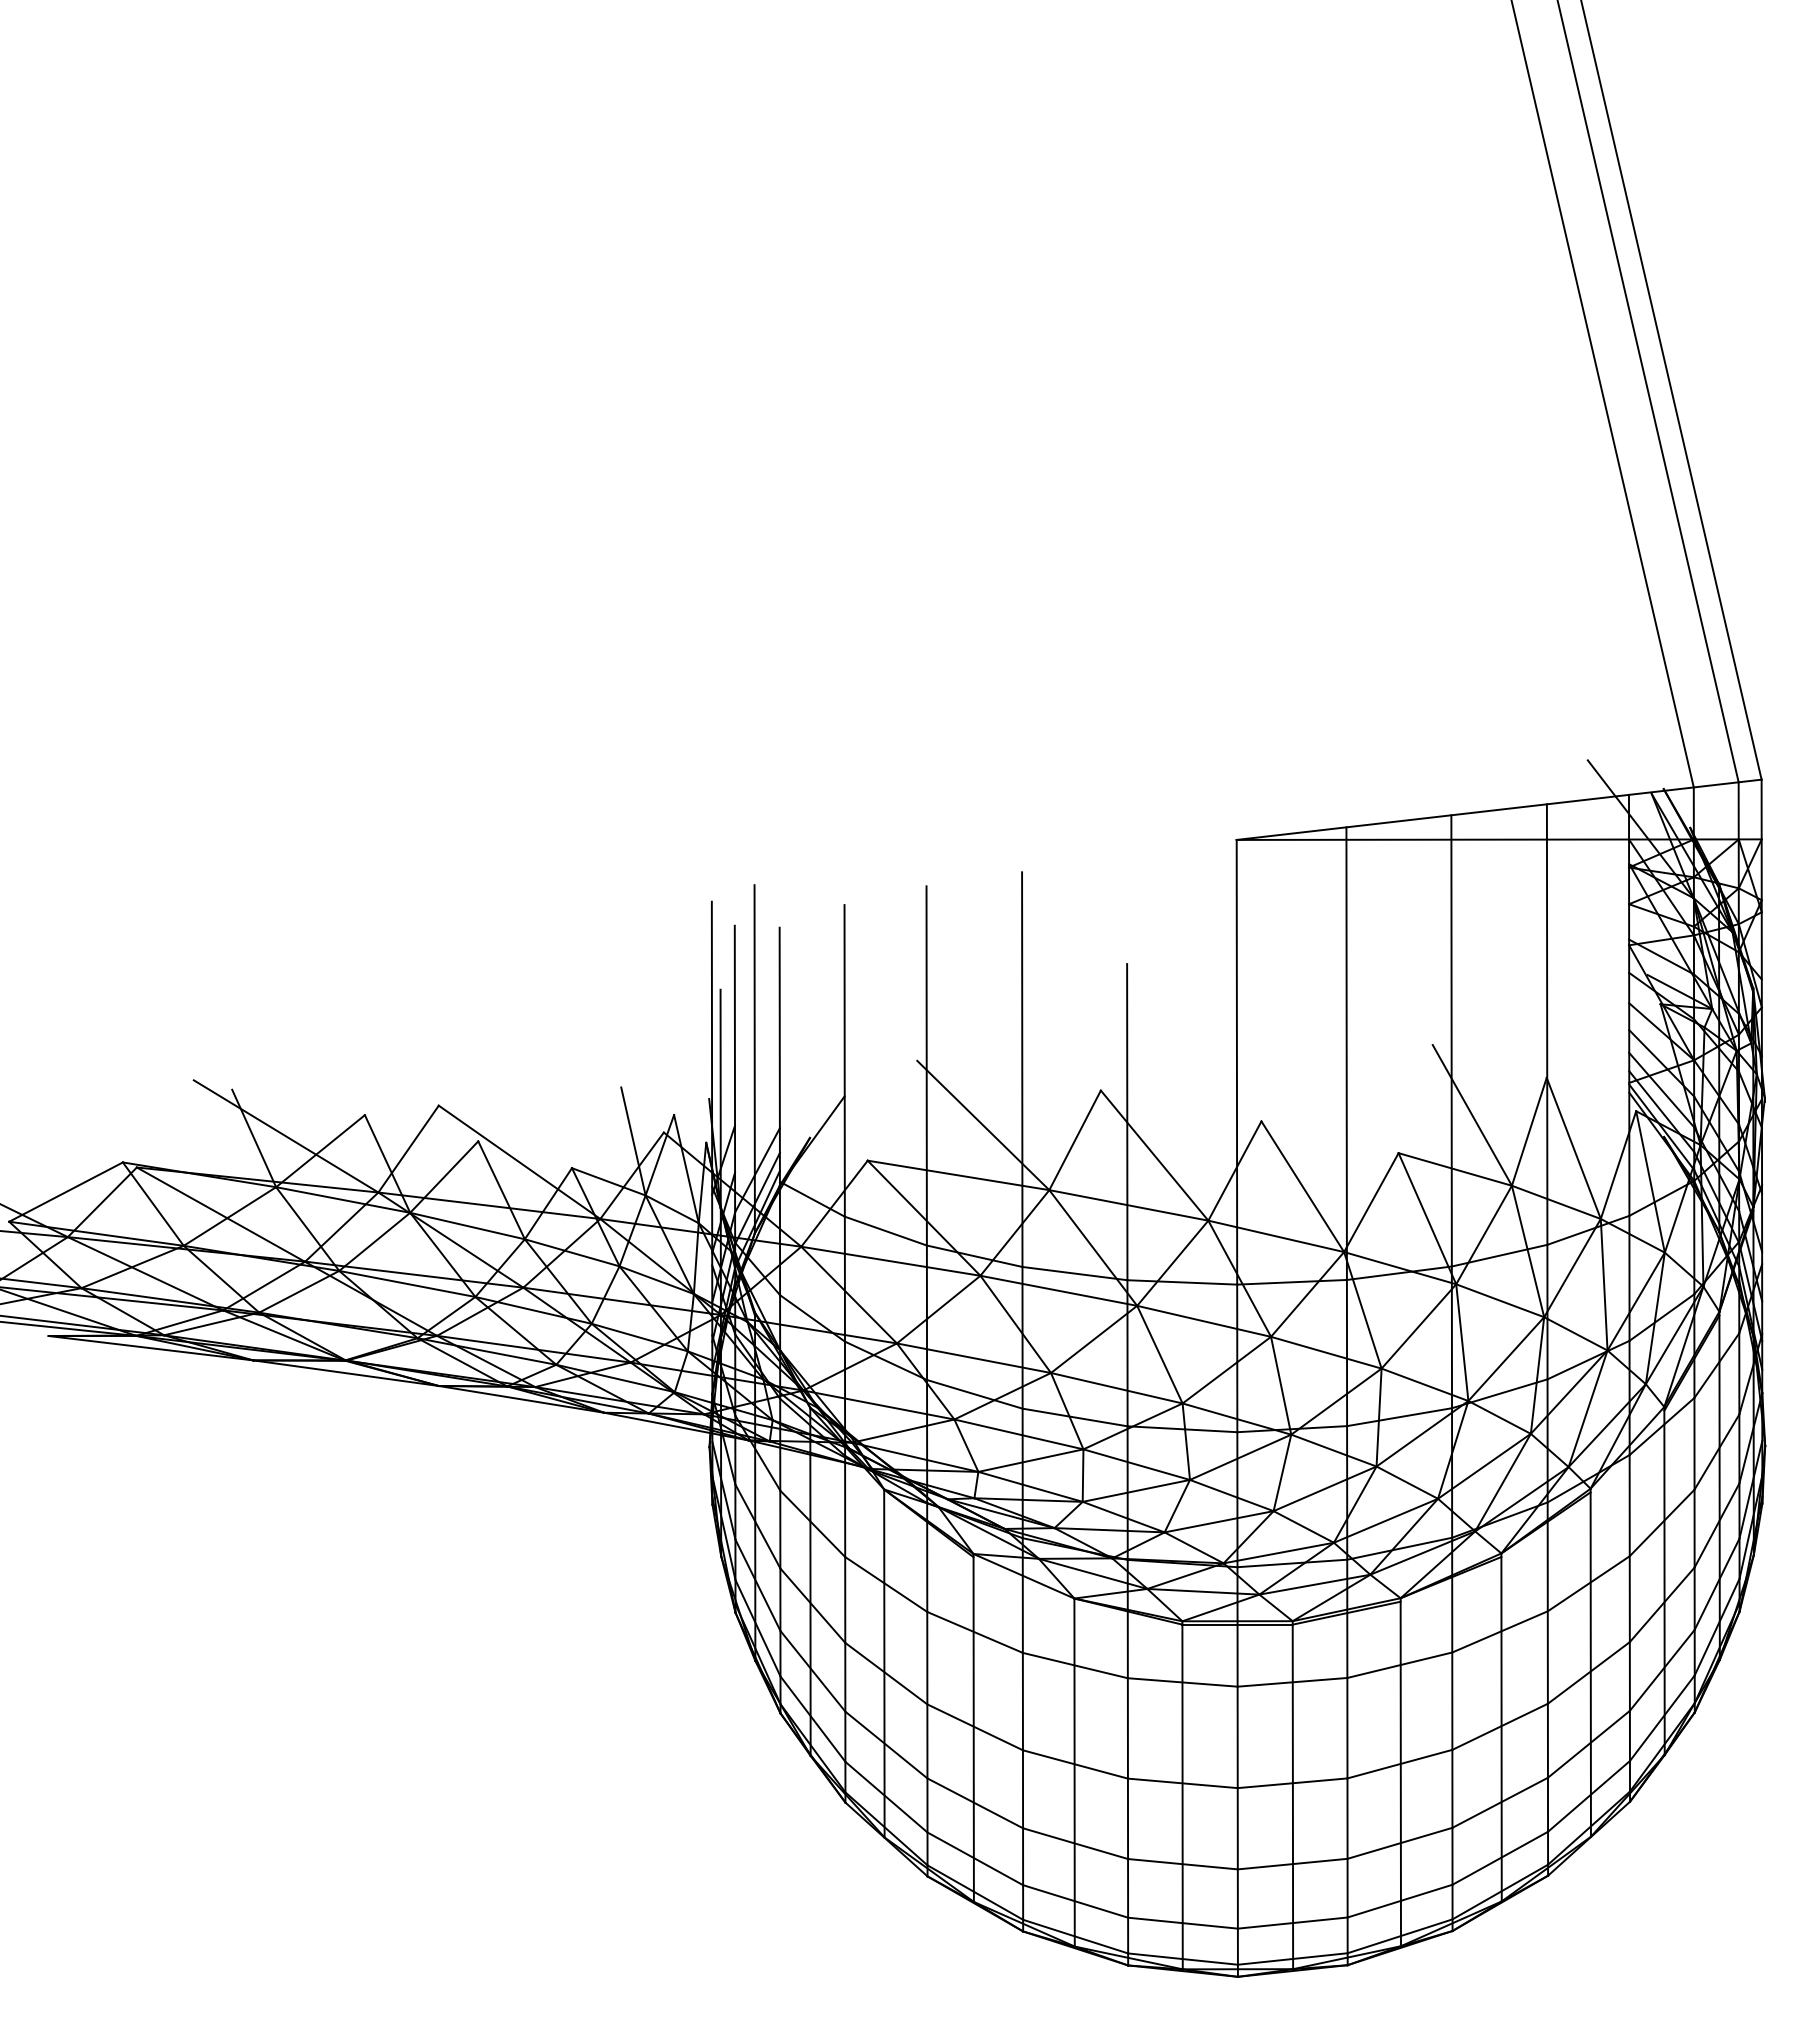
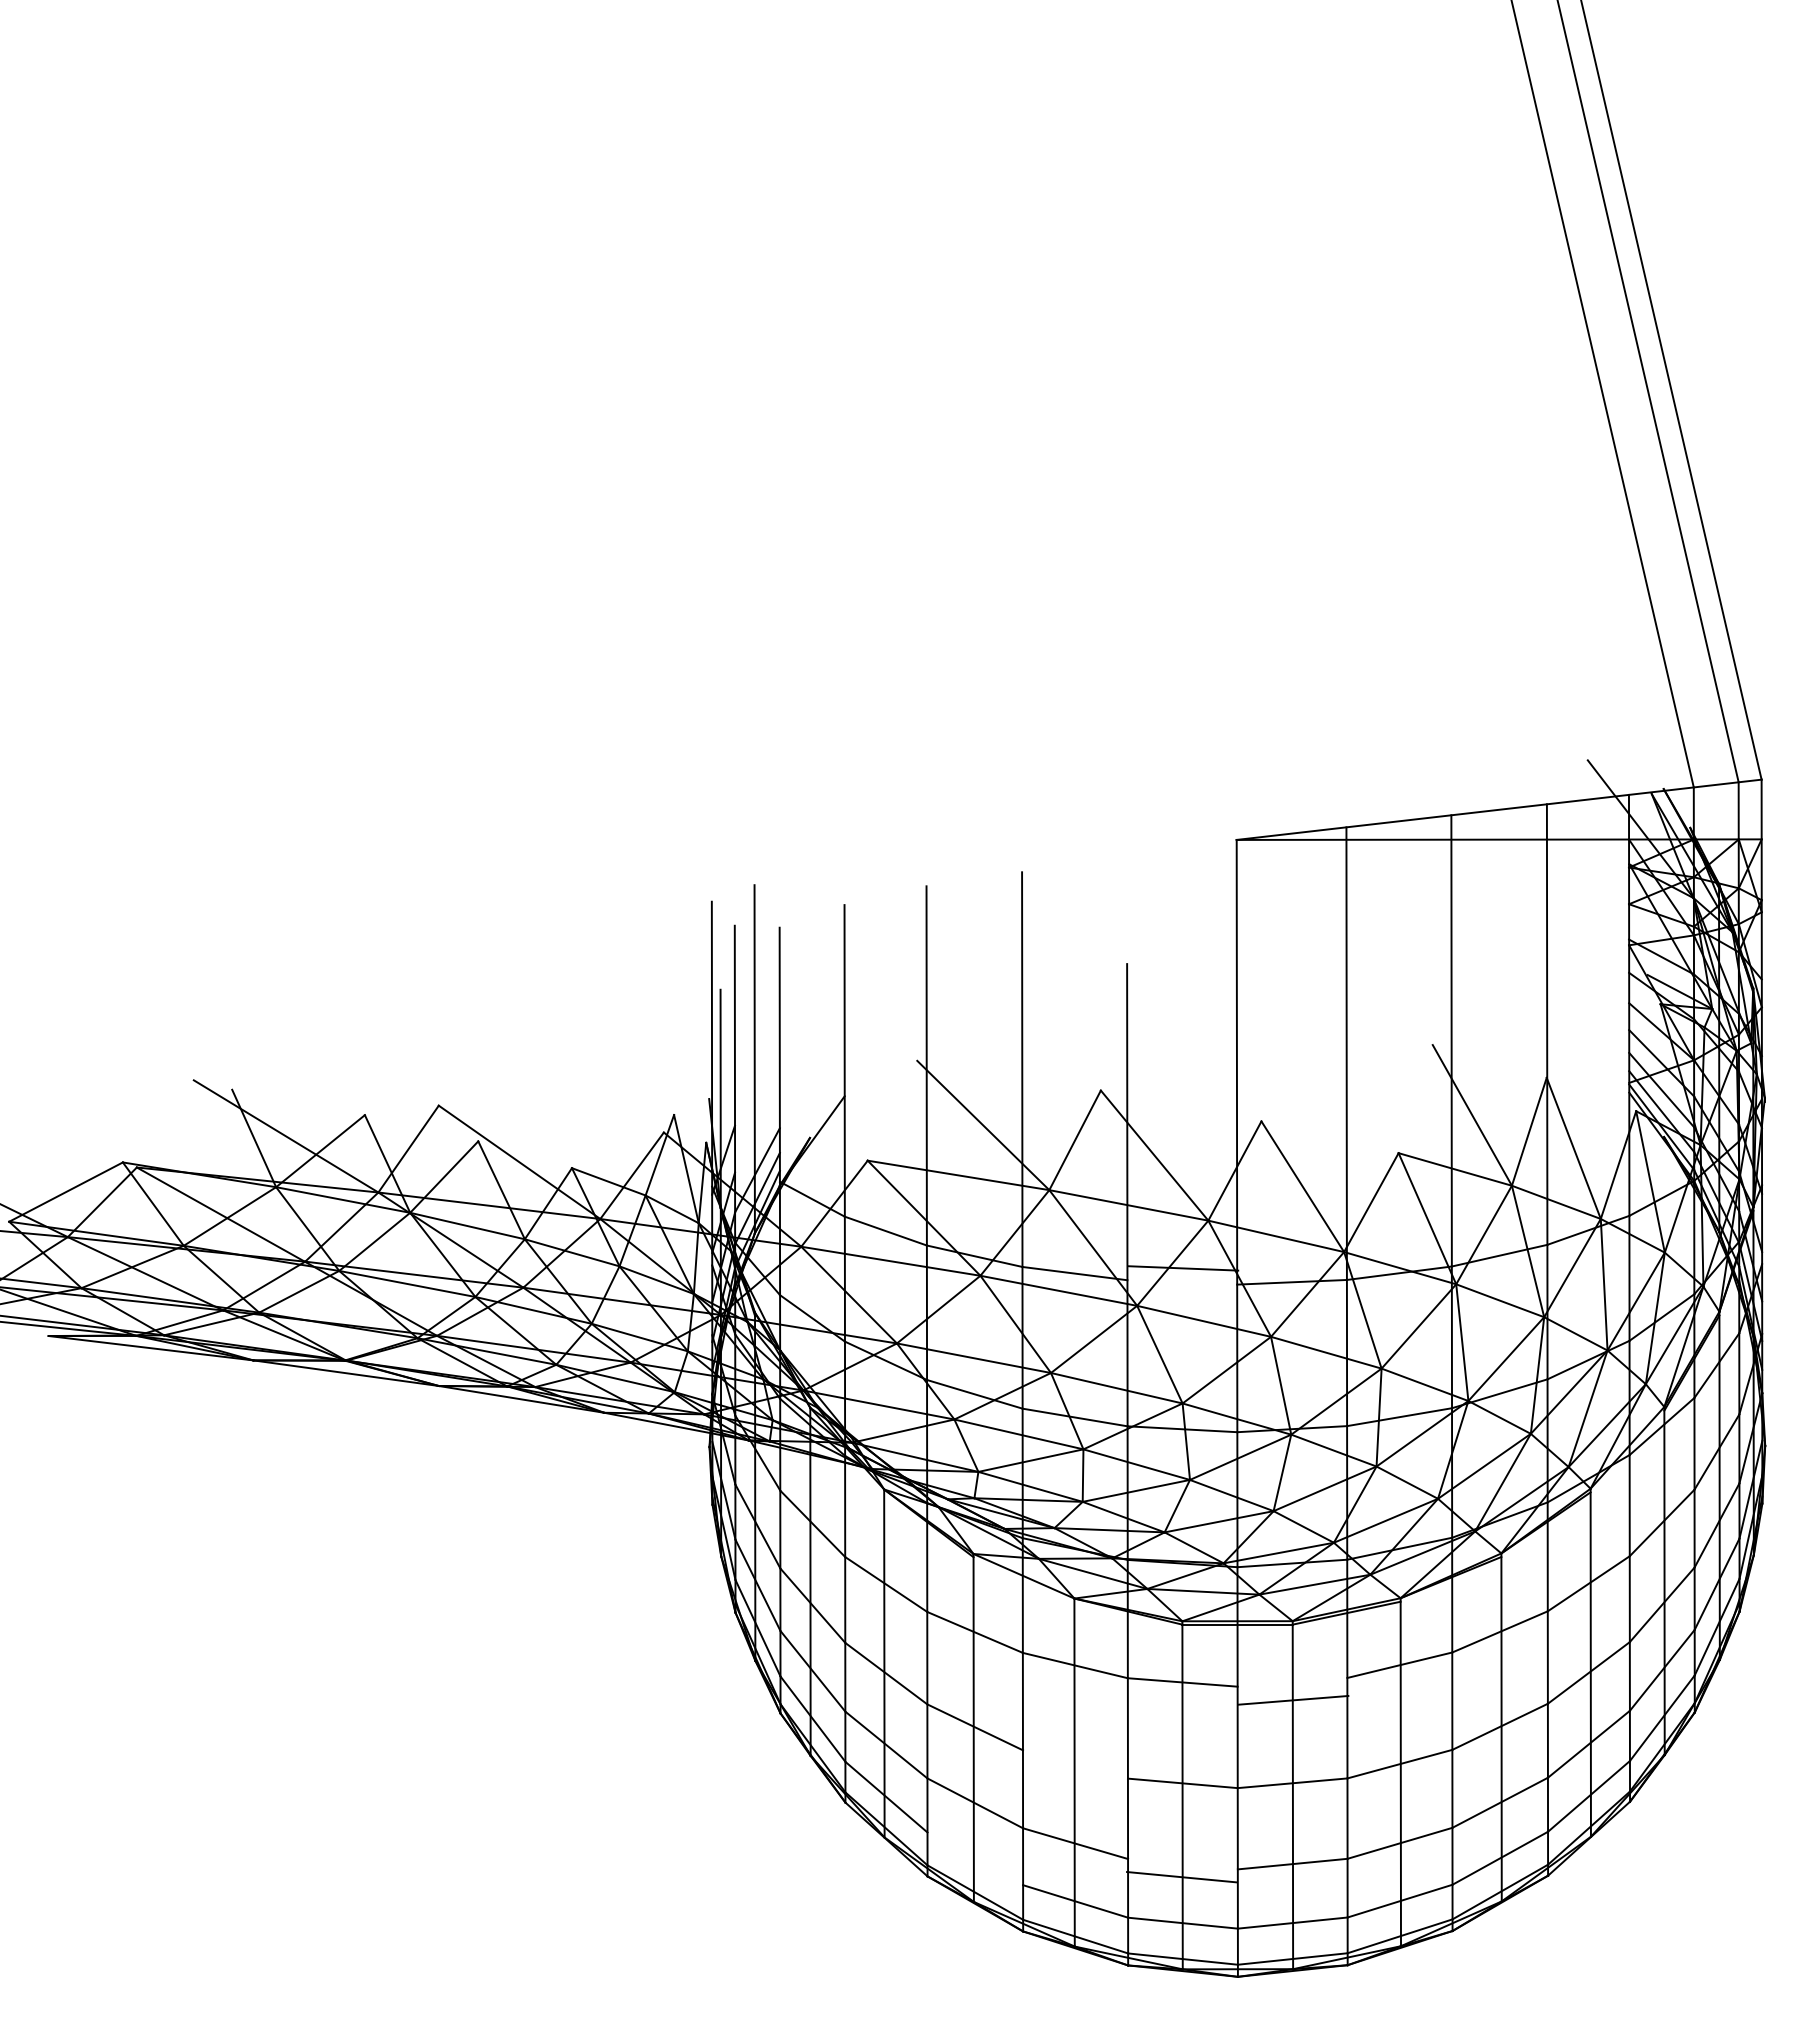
line at (633, 1141): present -> none
line at (1182, 1282) position: (1182, 1282) -> (1183, 1268)
line at (1292, 1681) position: (1292, 1681) -> (1293, 1699)
line at (1075, 1764): present -> none
line at (975, 1858): present -> none
line at (1182, 1864) position: (1182, 1864) -> (1181, 1877)
